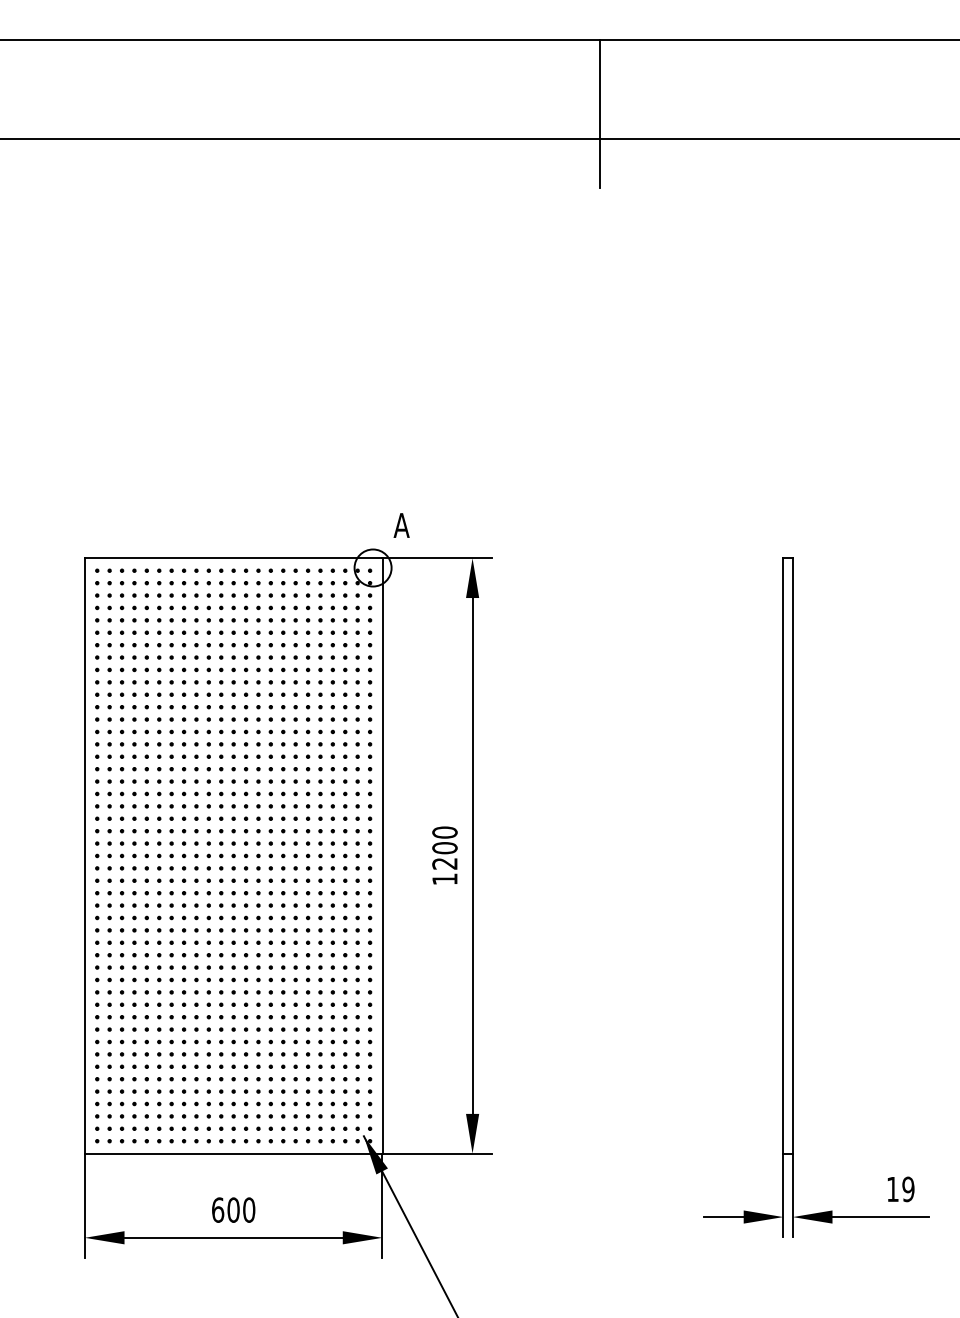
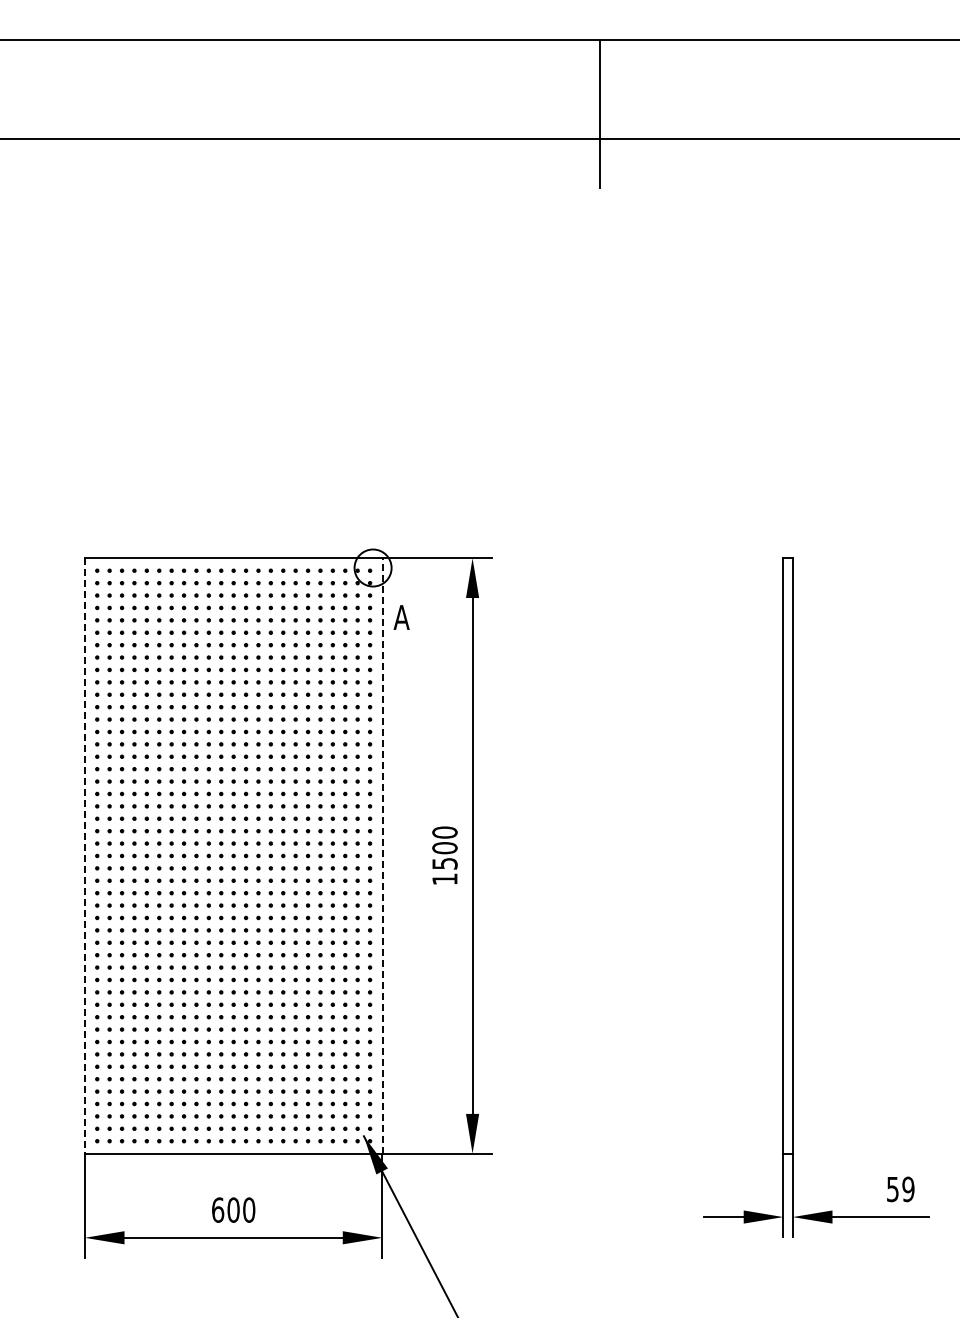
text at (401, 525) position: (401, 525) -> (401, 617)
line at (84, 855): solid -> dashed
line at (382, 855): solid -> dashed
text at (444, 863): 1200 -> 1500
text at (892, 1189): 19 -> 59
